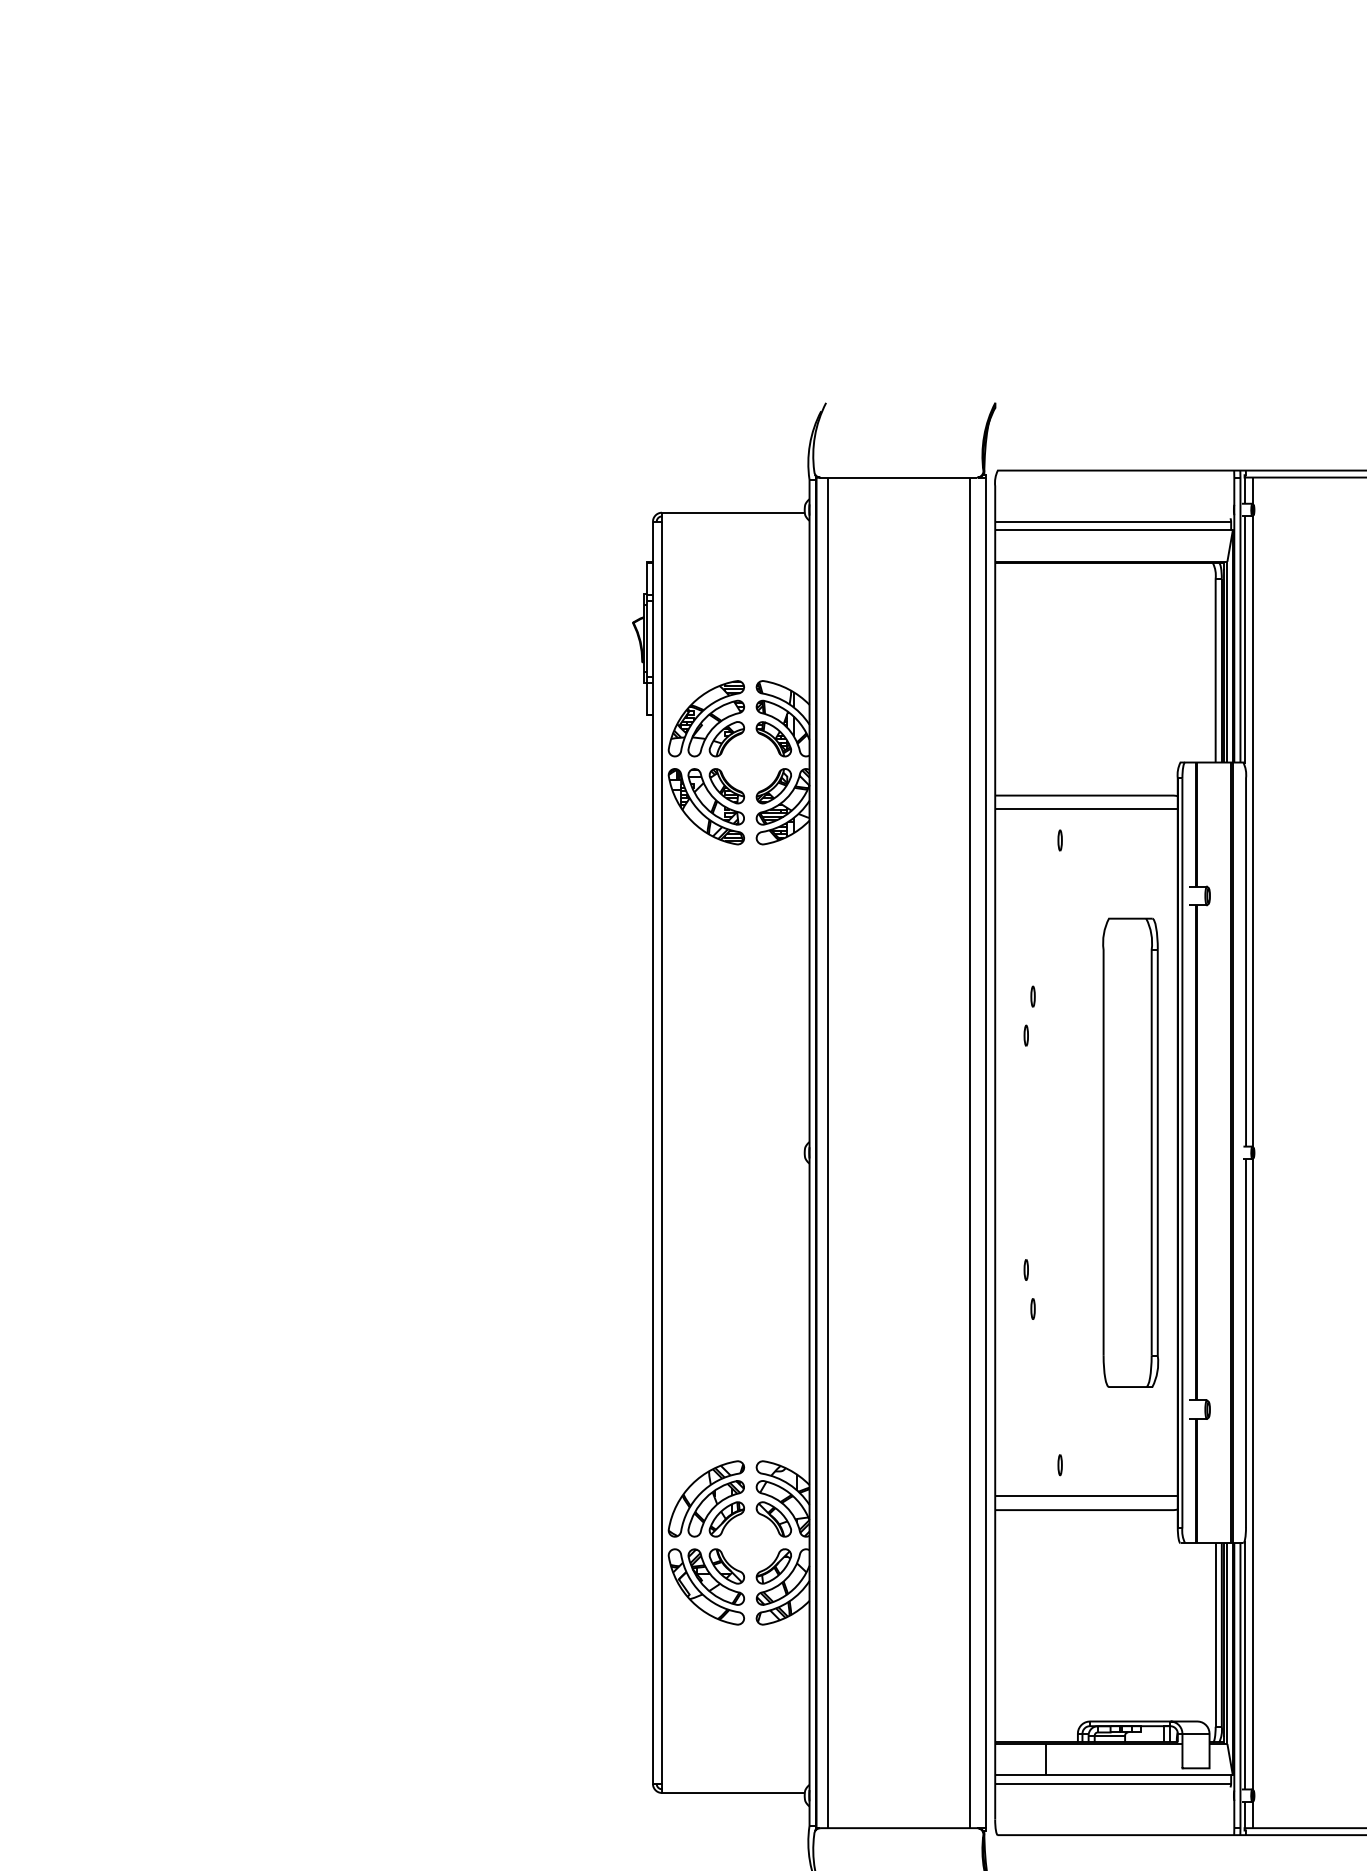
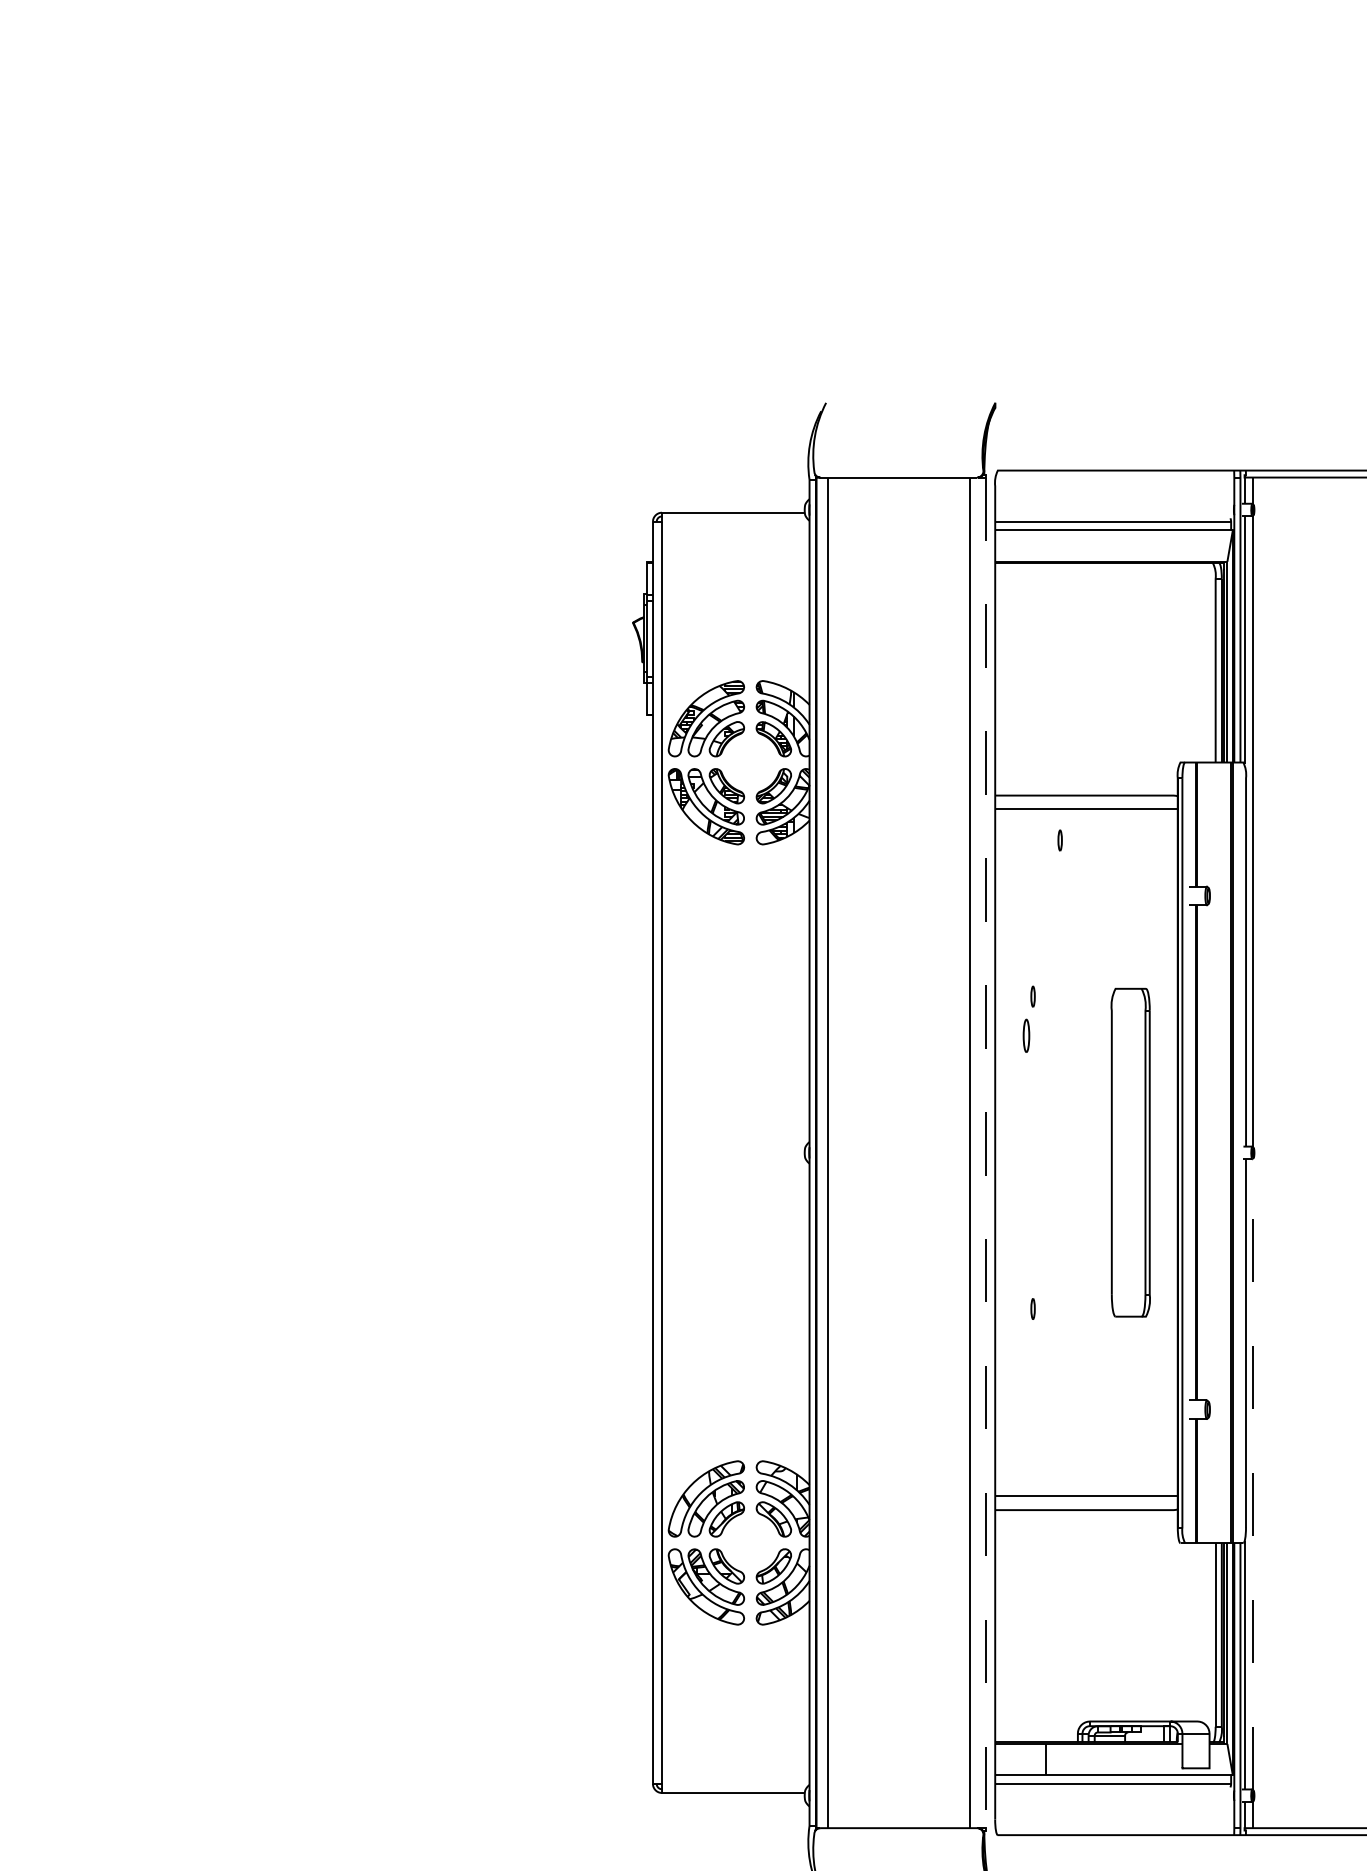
part at (1025, 1035) size: 6x23 px -> 9x35 px
part at (1130, 1152) size: 58x471 px -> 41x331 px
line at (985, 1153): solid -> dashed
part at (1025, 1269): present -> none
part at (1059, 1465): present -> none
line at (1253, 1474): solid -> dashed
